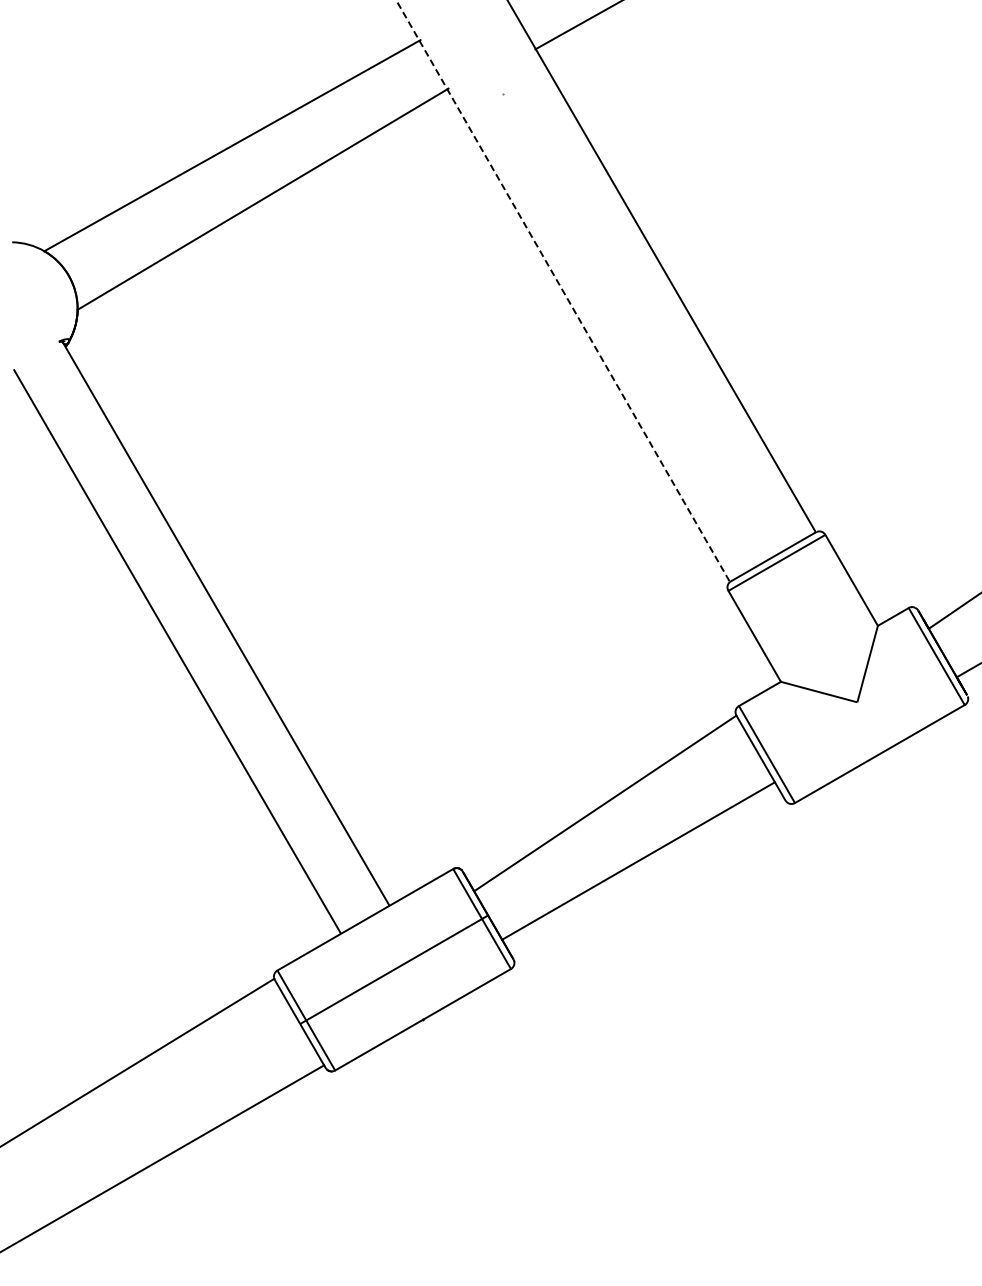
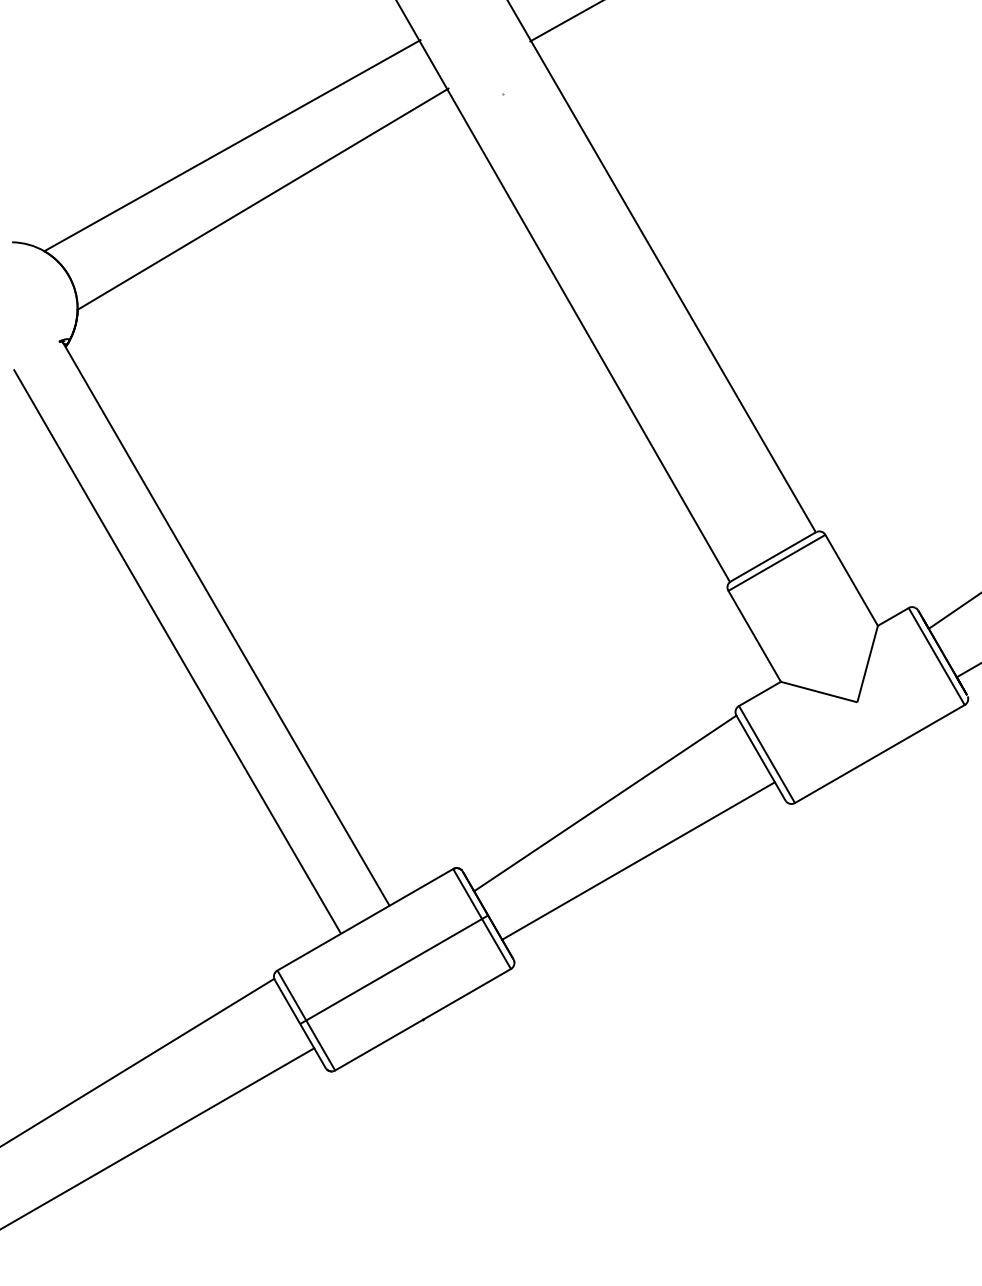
line at (577, 25) position: (577, 25) -> (565, 21)
line at (563, 291): dashed -> solid
line at (163, 1157) position: (163, 1157) -> (158, 1138)
